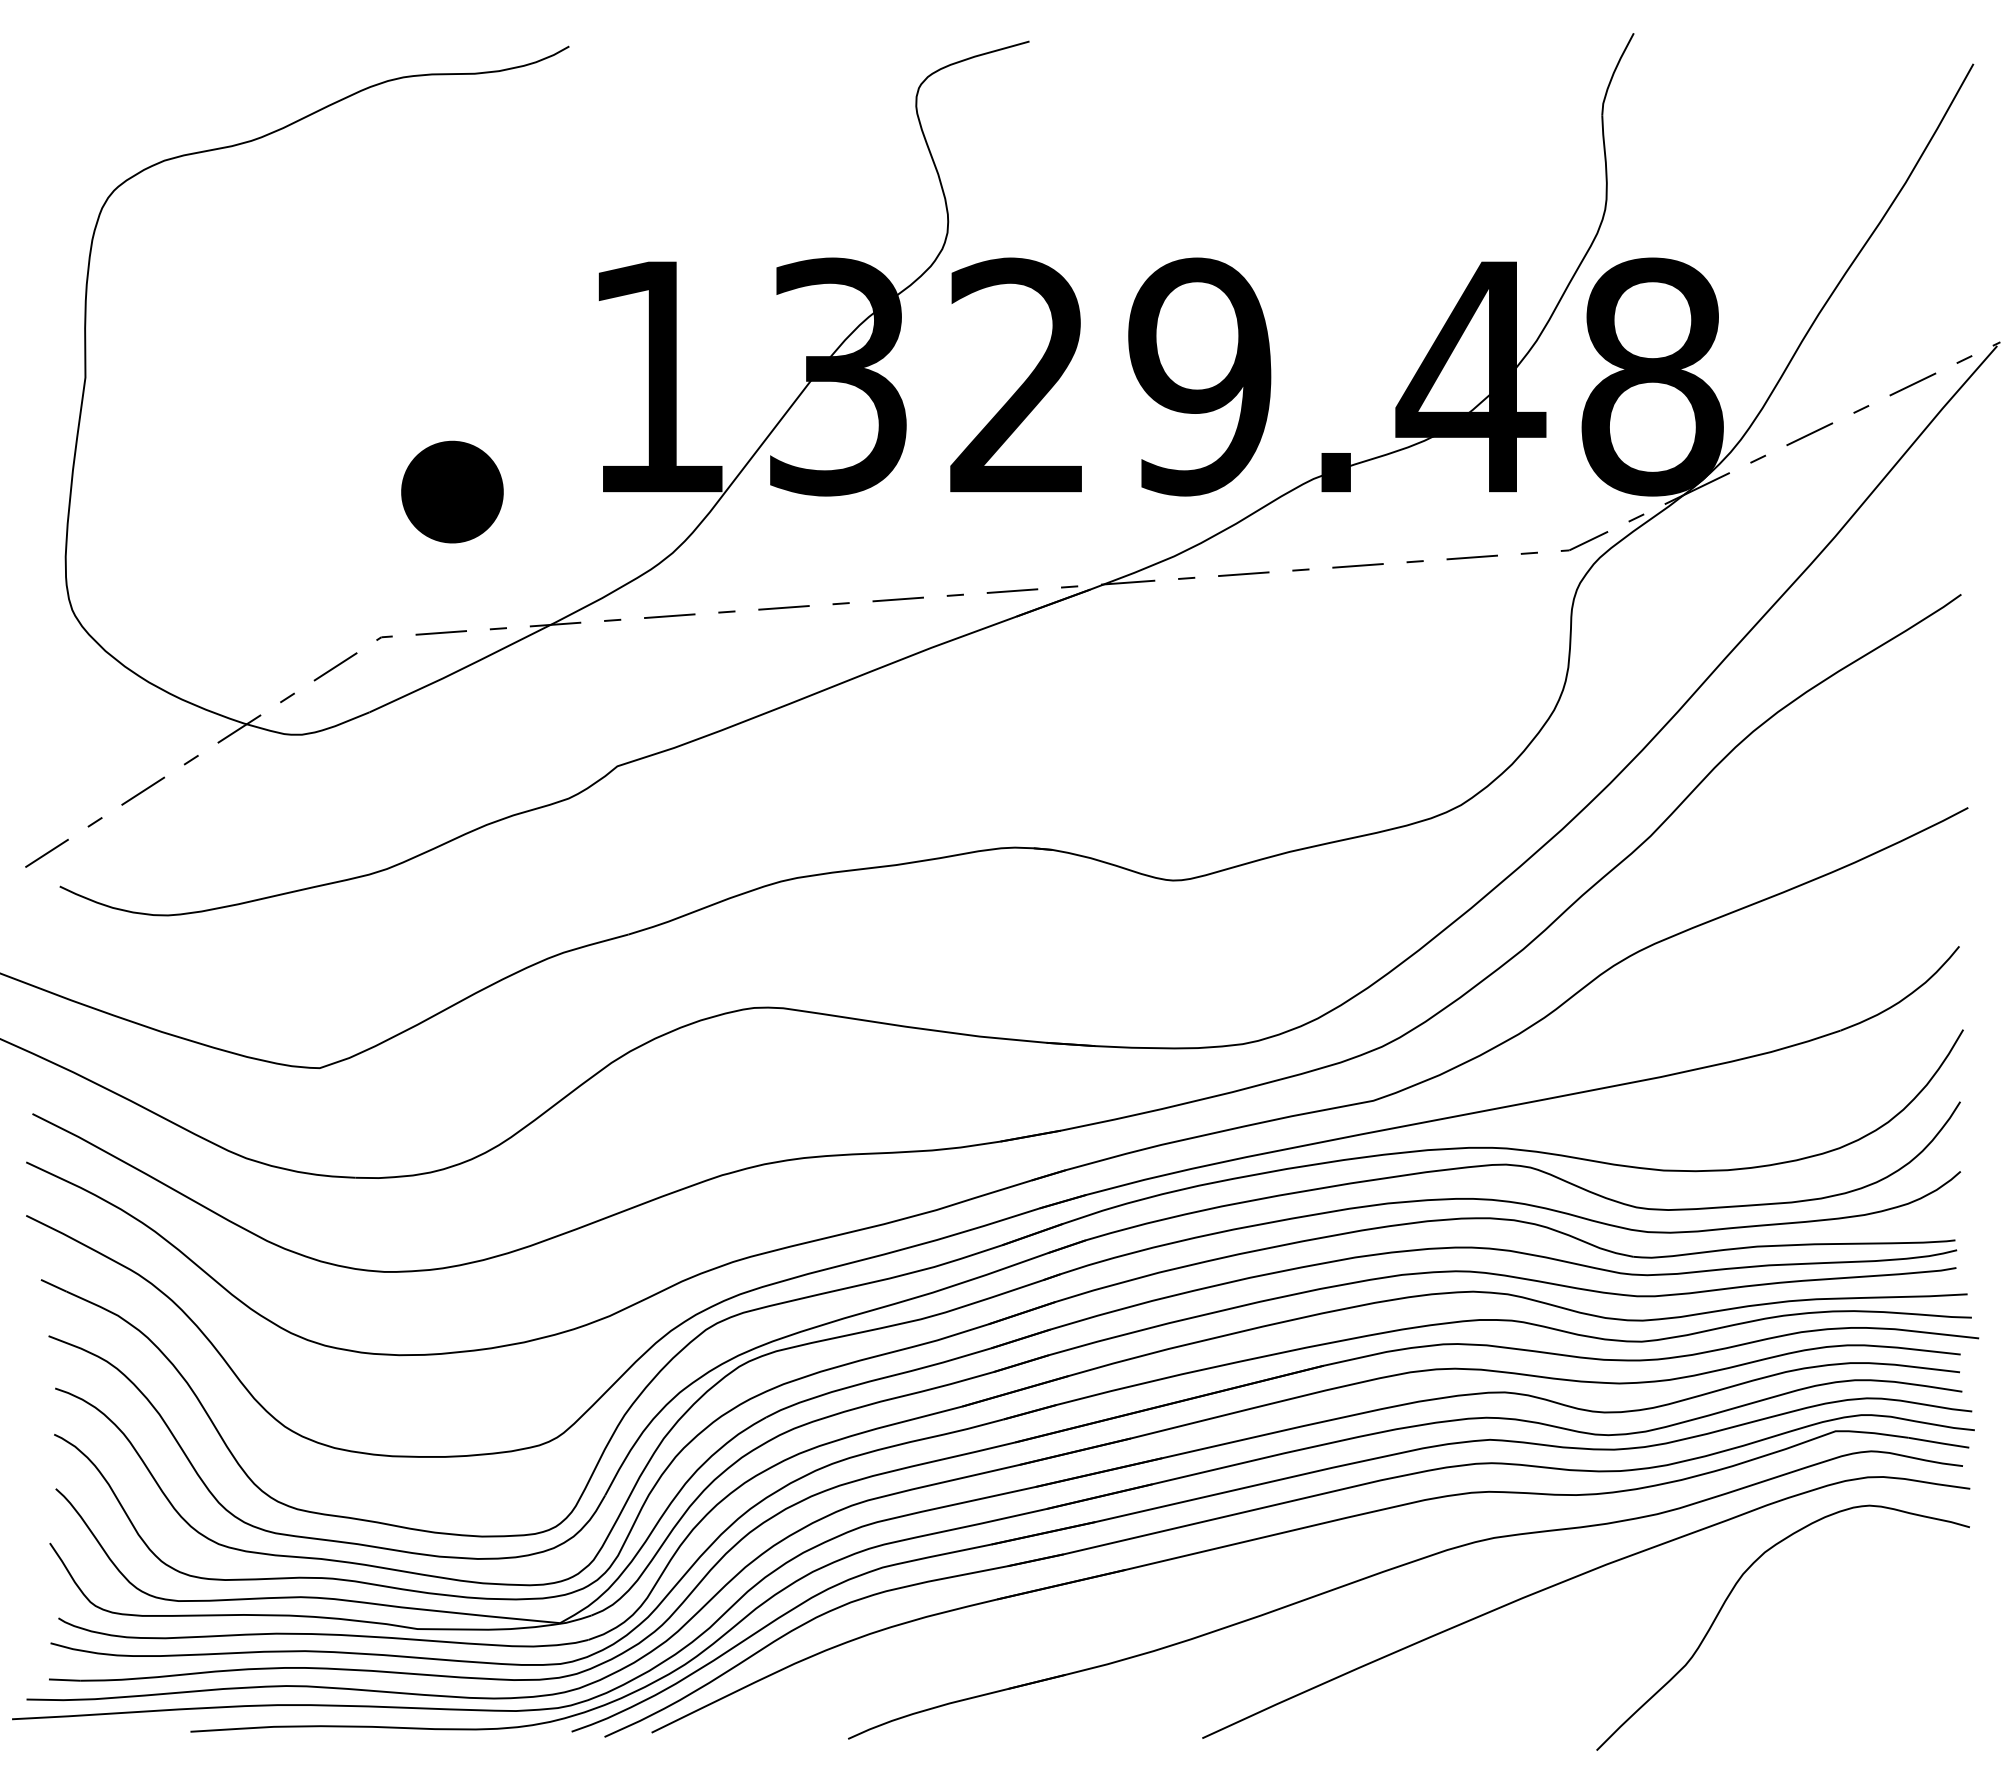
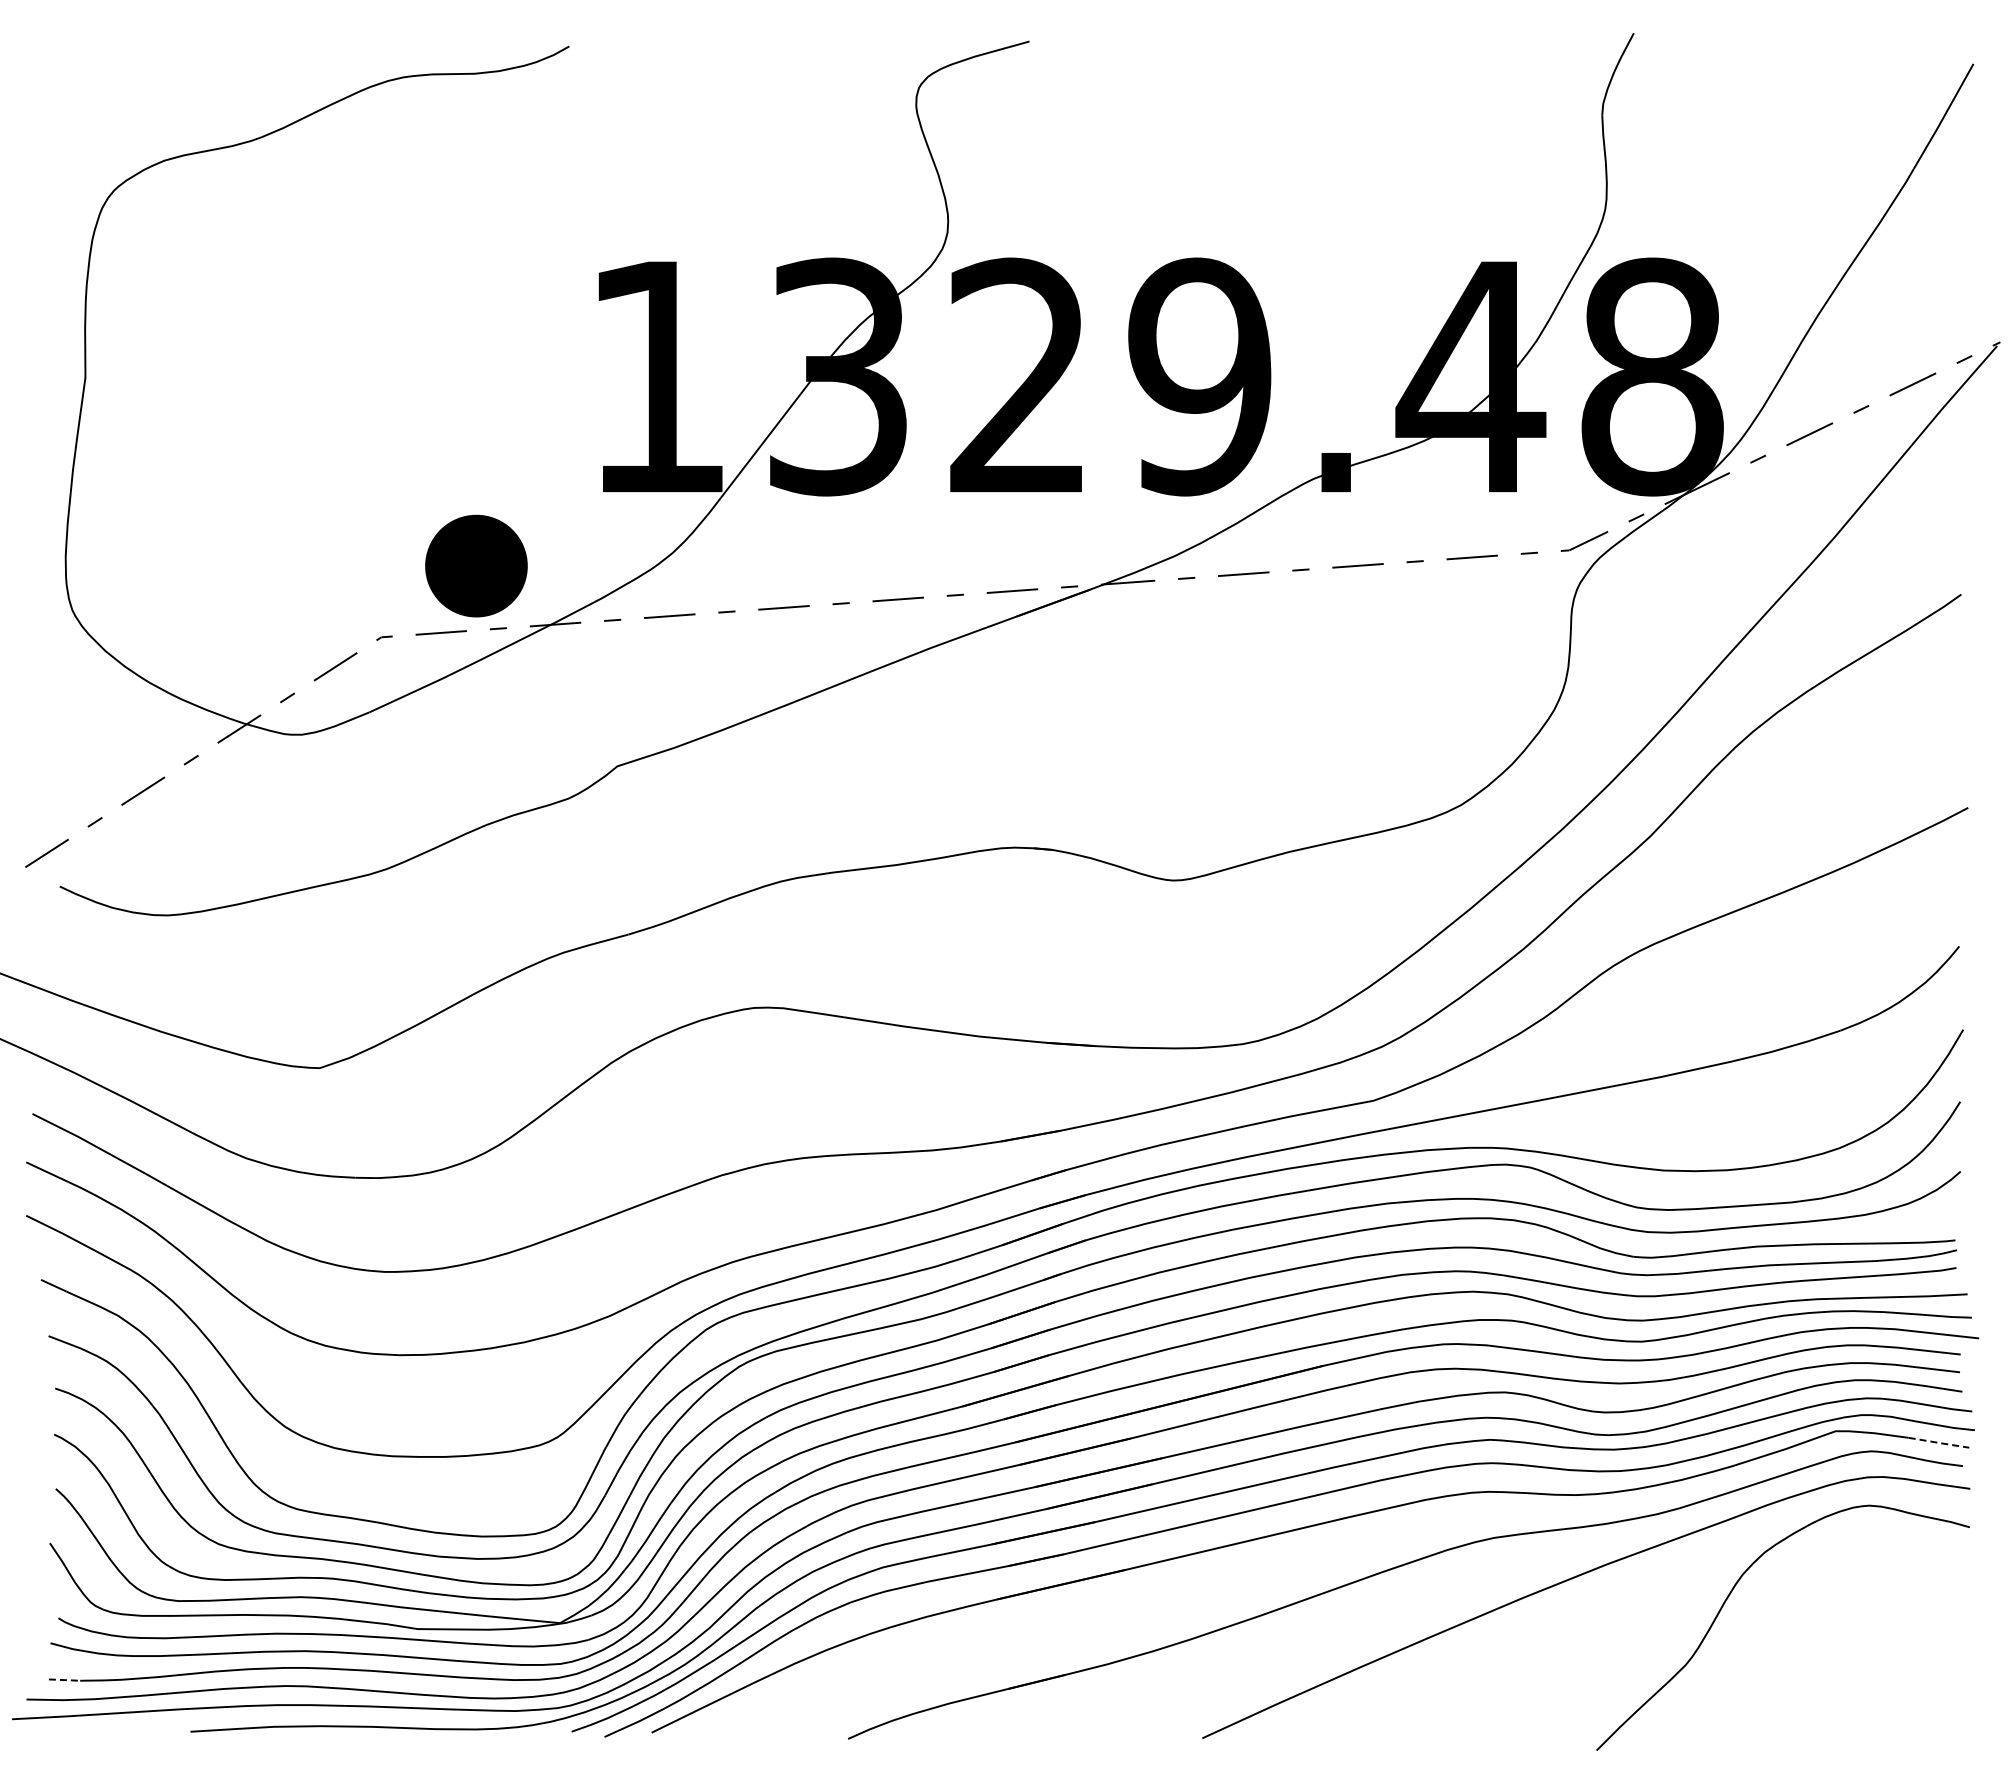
part at (452, 491) position: (452, 491) -> (476, 565)
line at (1940, 1443): solid -> dashed
line at (64, 1680): solid -> dashed
